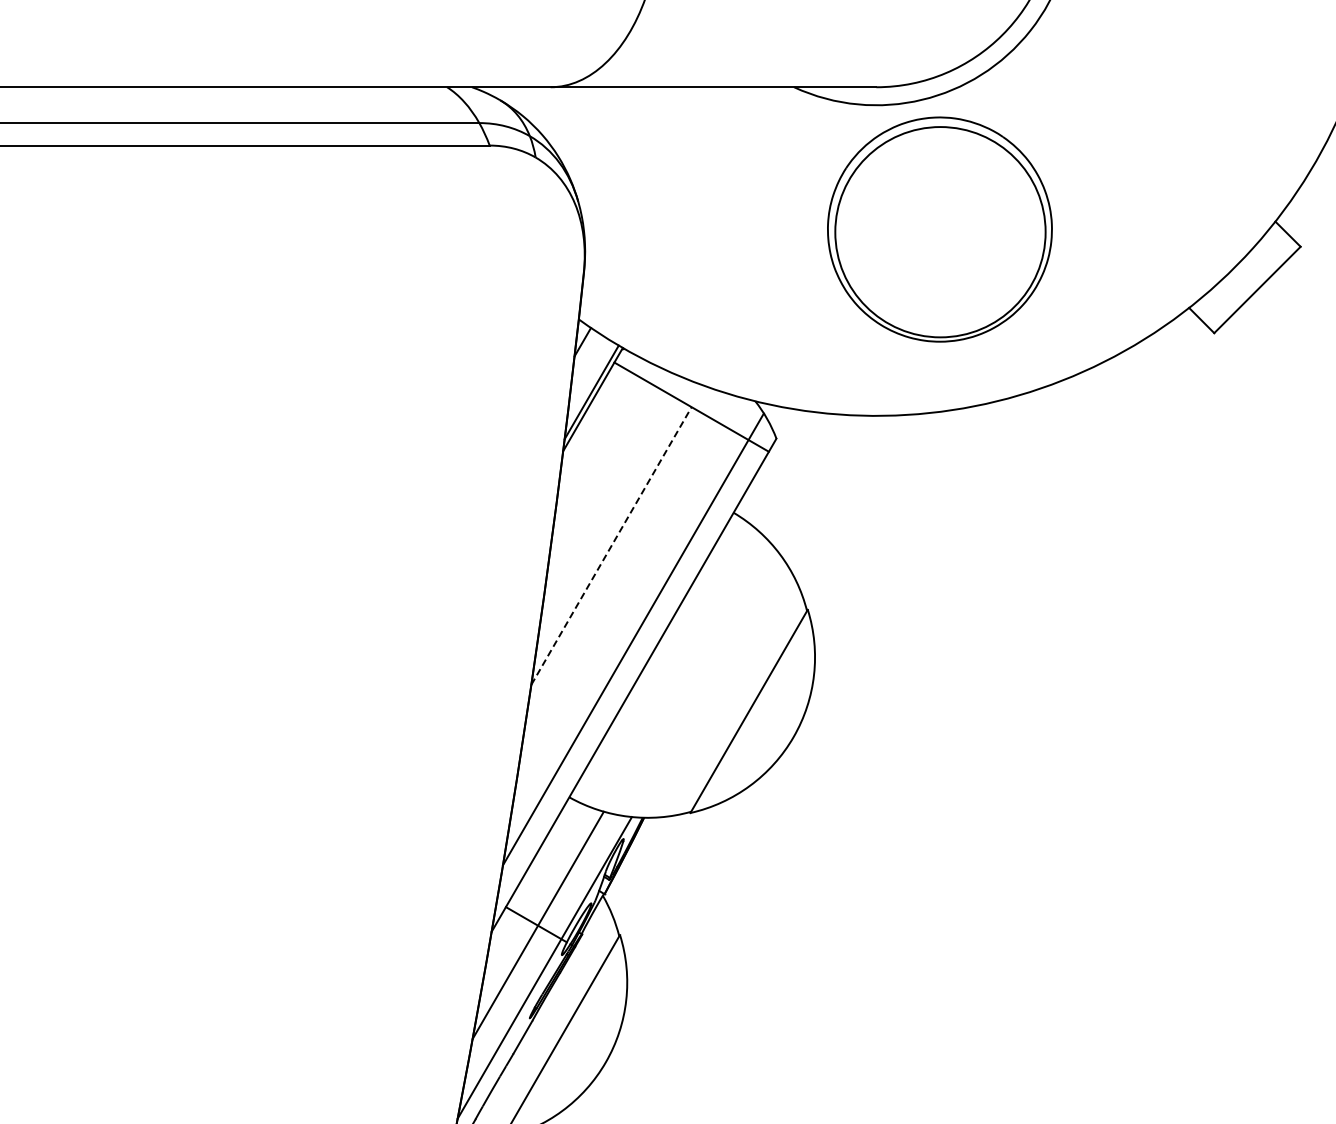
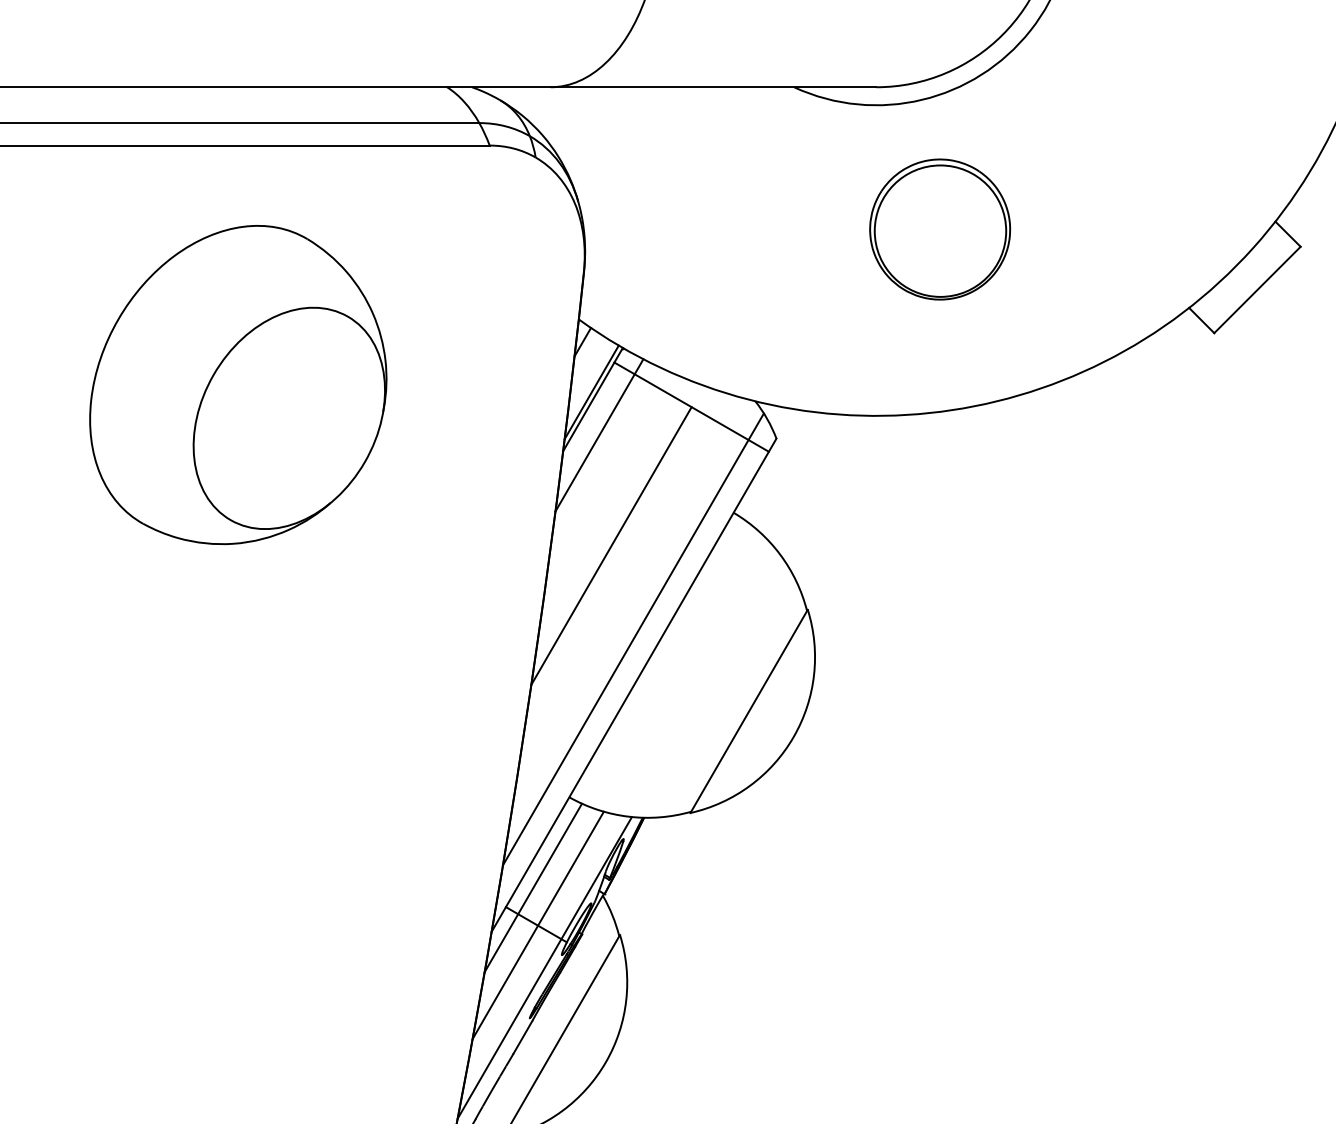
part at (939, 229) size: 226x227 px -> 143x143 px
part at (238, 385): none -> present
line at (599, 435): none -> present
line at (611, 545): dashed -> solid
line at (533, 887): none -> present
